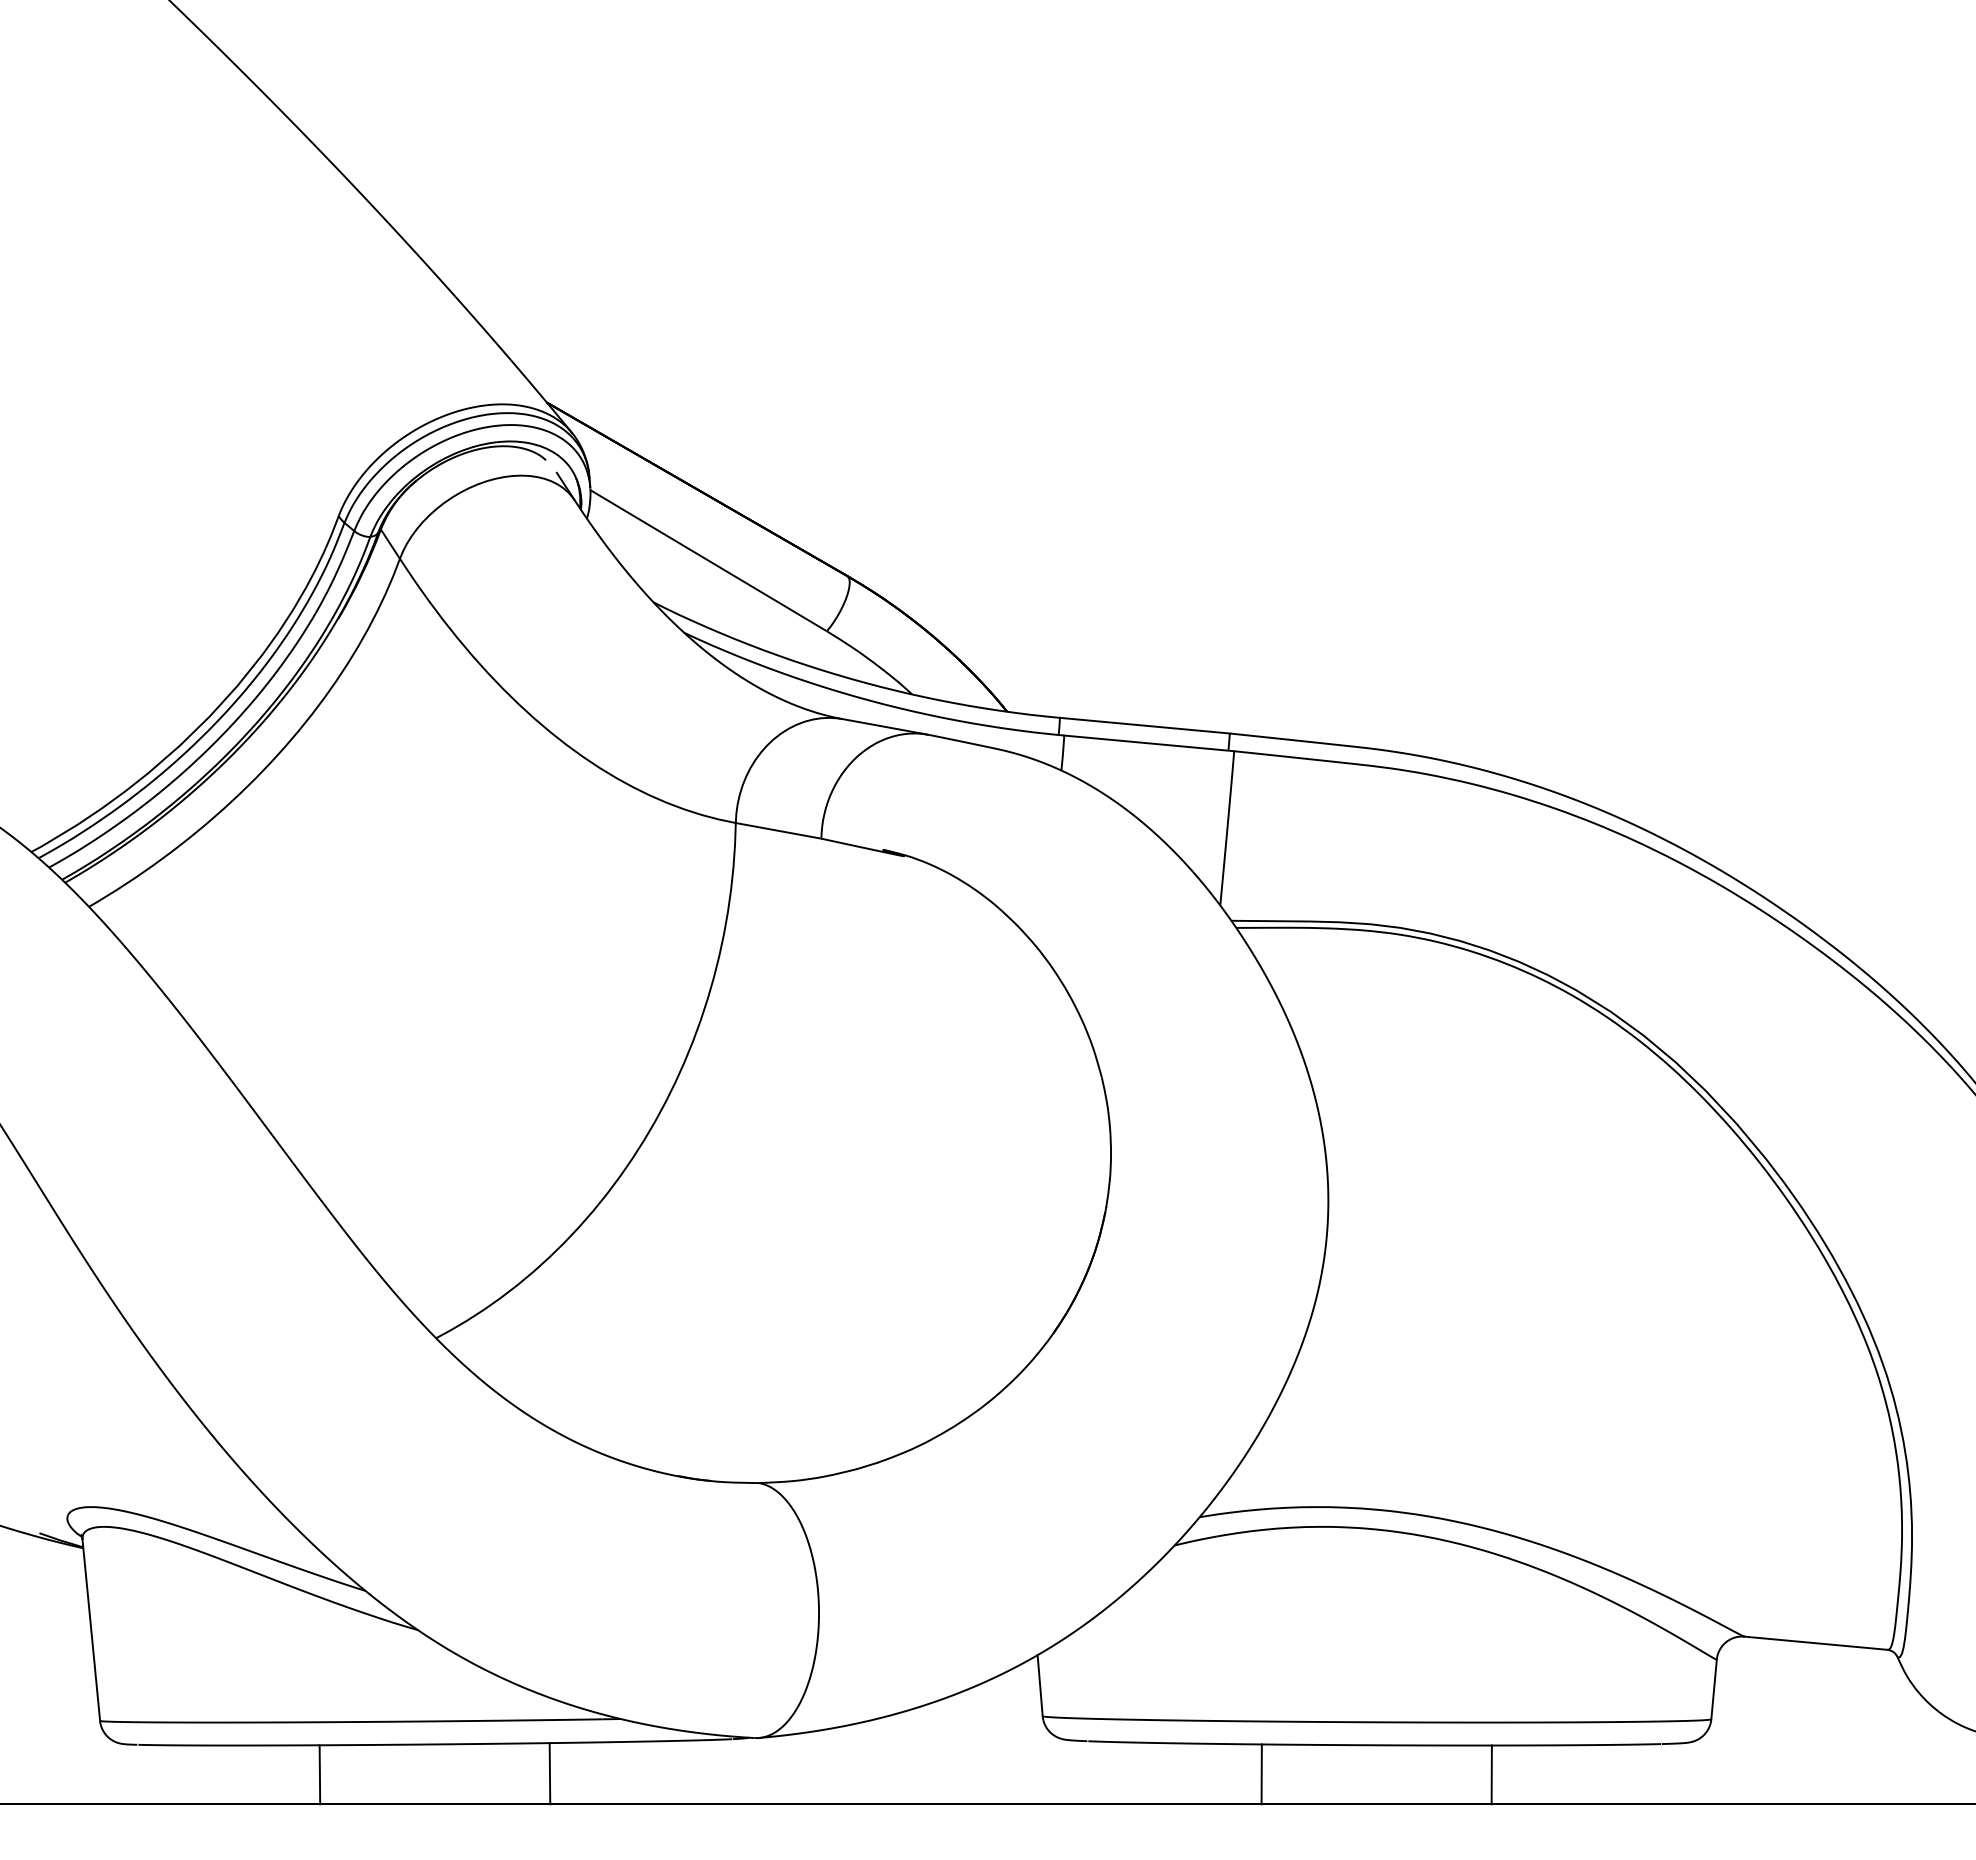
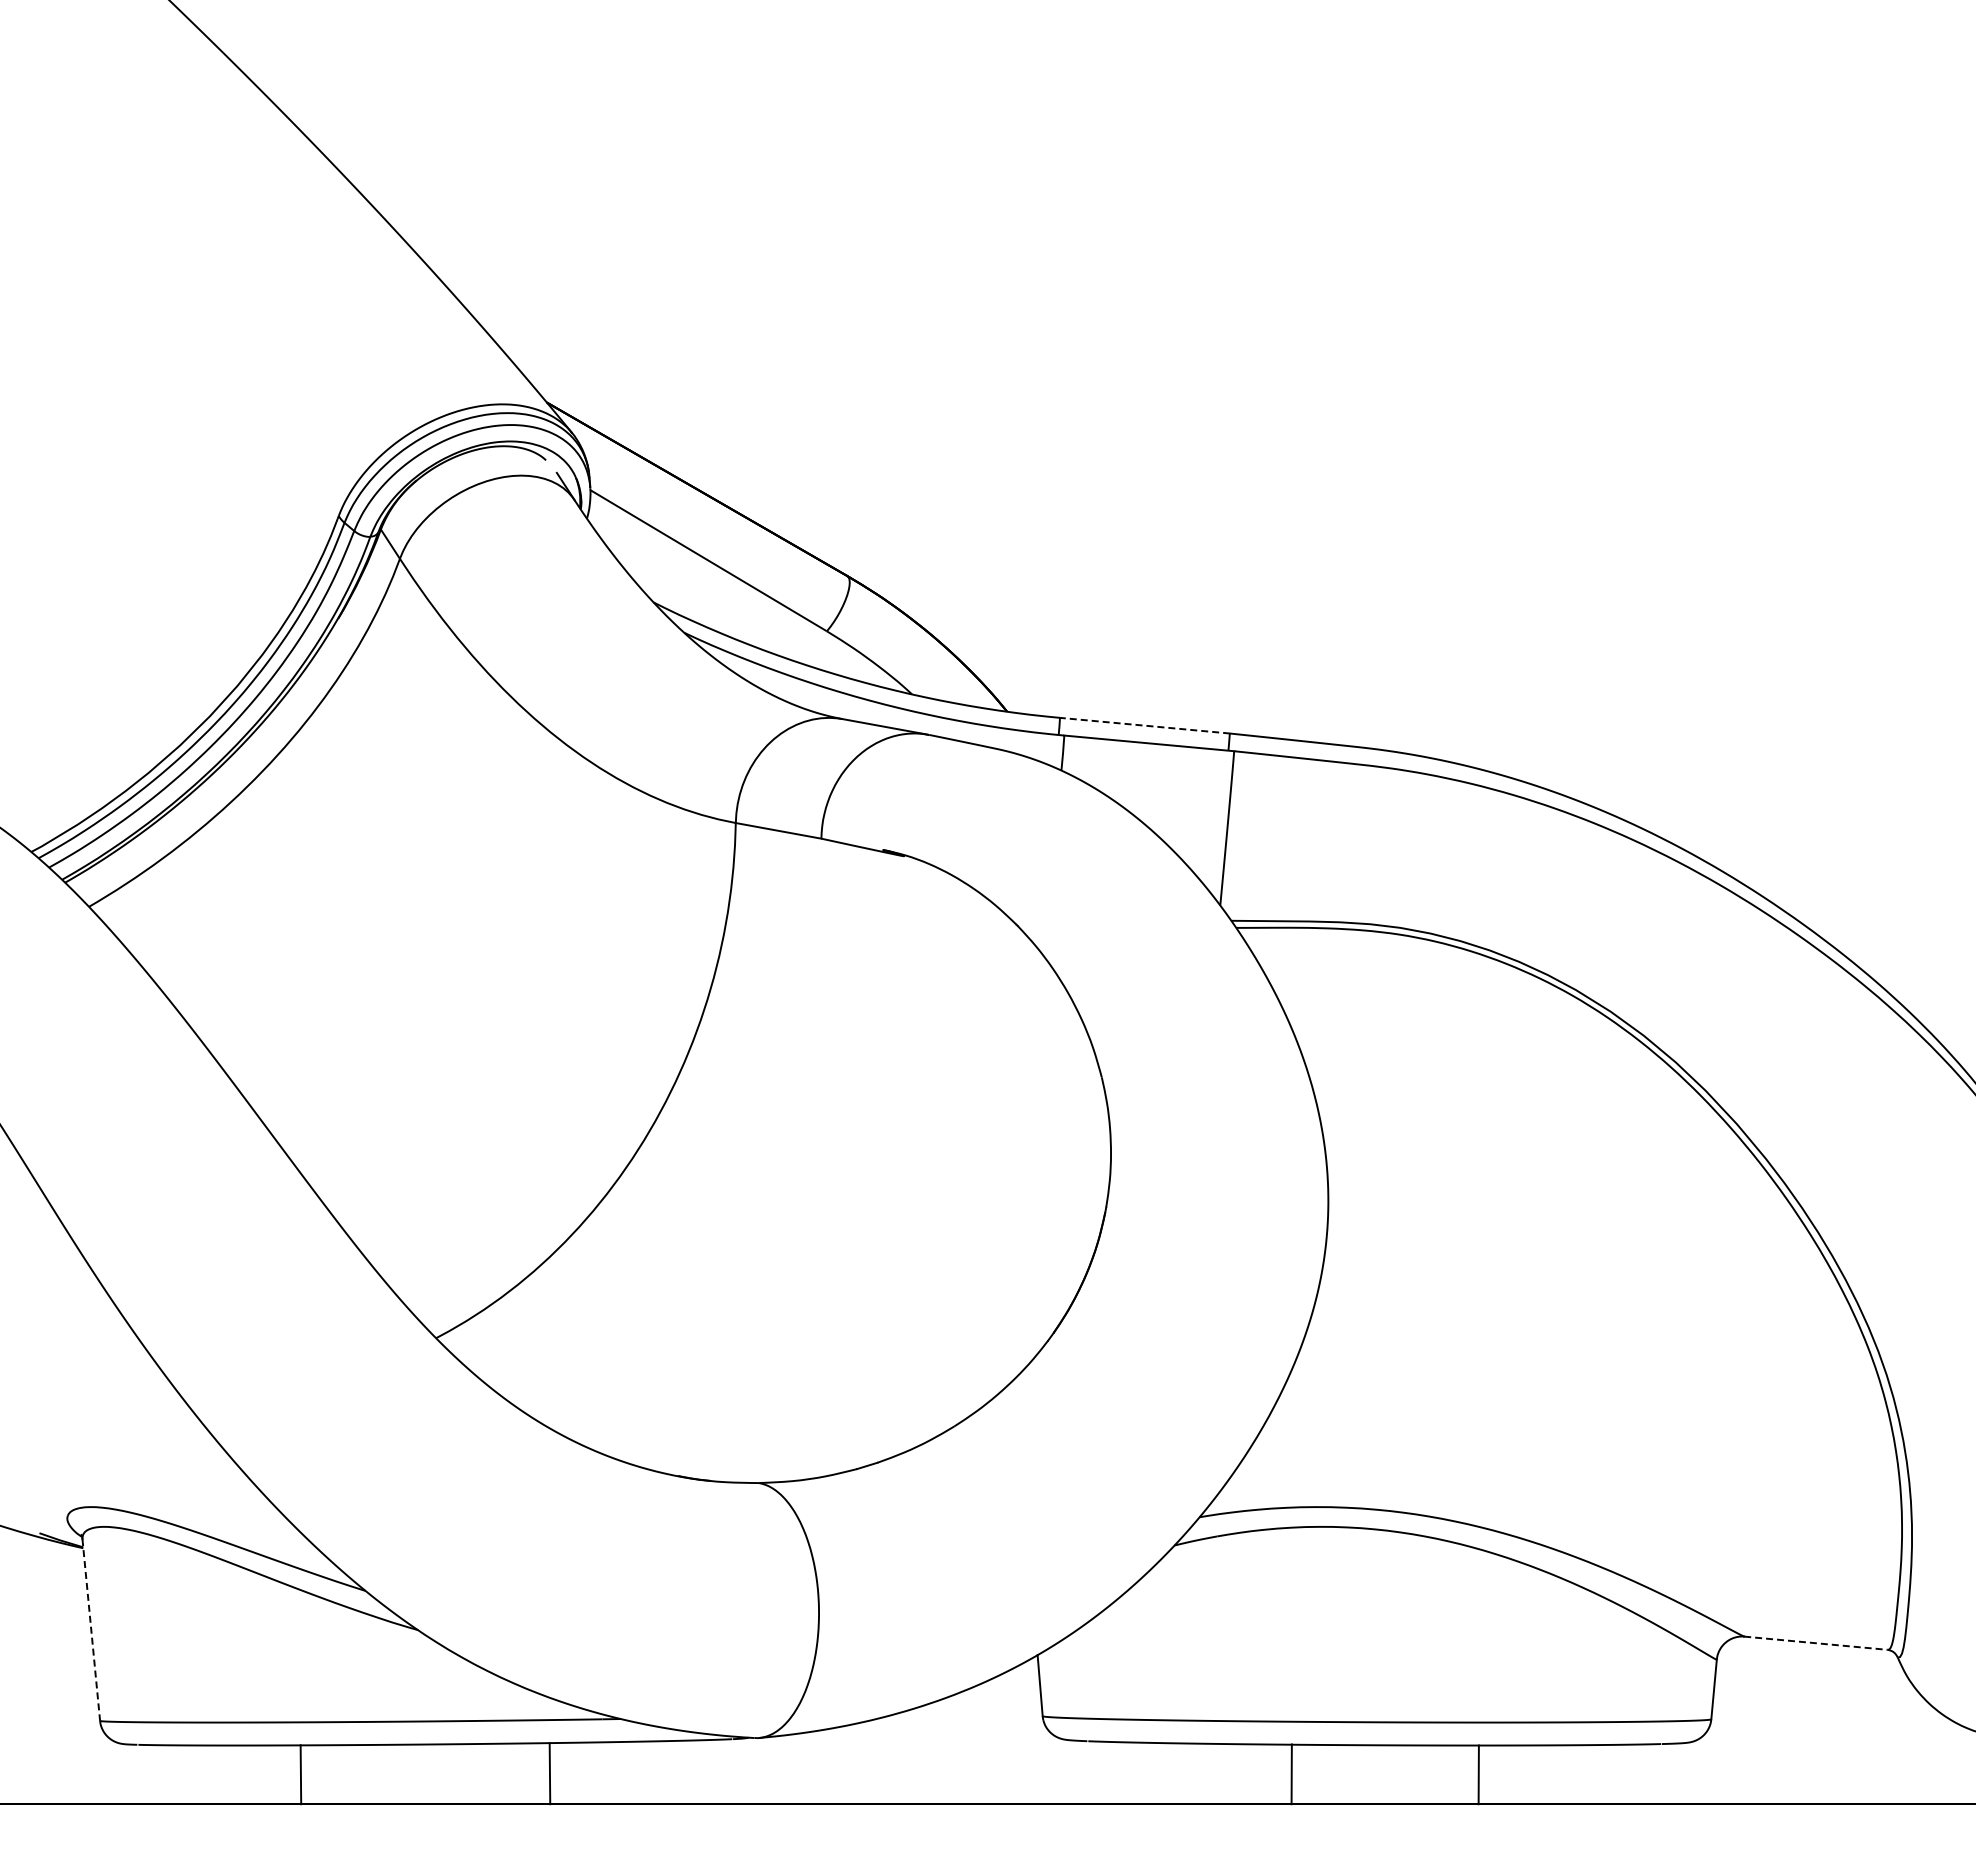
line at (1144, 725): solid -> dashed
line at (91, 1630): solid -> dashed
line at (1816, 1643): solid -> dashed
line at (319, 1774) position: (319, 1774) -> (300, 1774)
line at (1261, 1774) position: (1261, 1774) -> (1291, 1774)
line at (1491, 1774) position: (1491, 1774) -> (1478, 1774)
